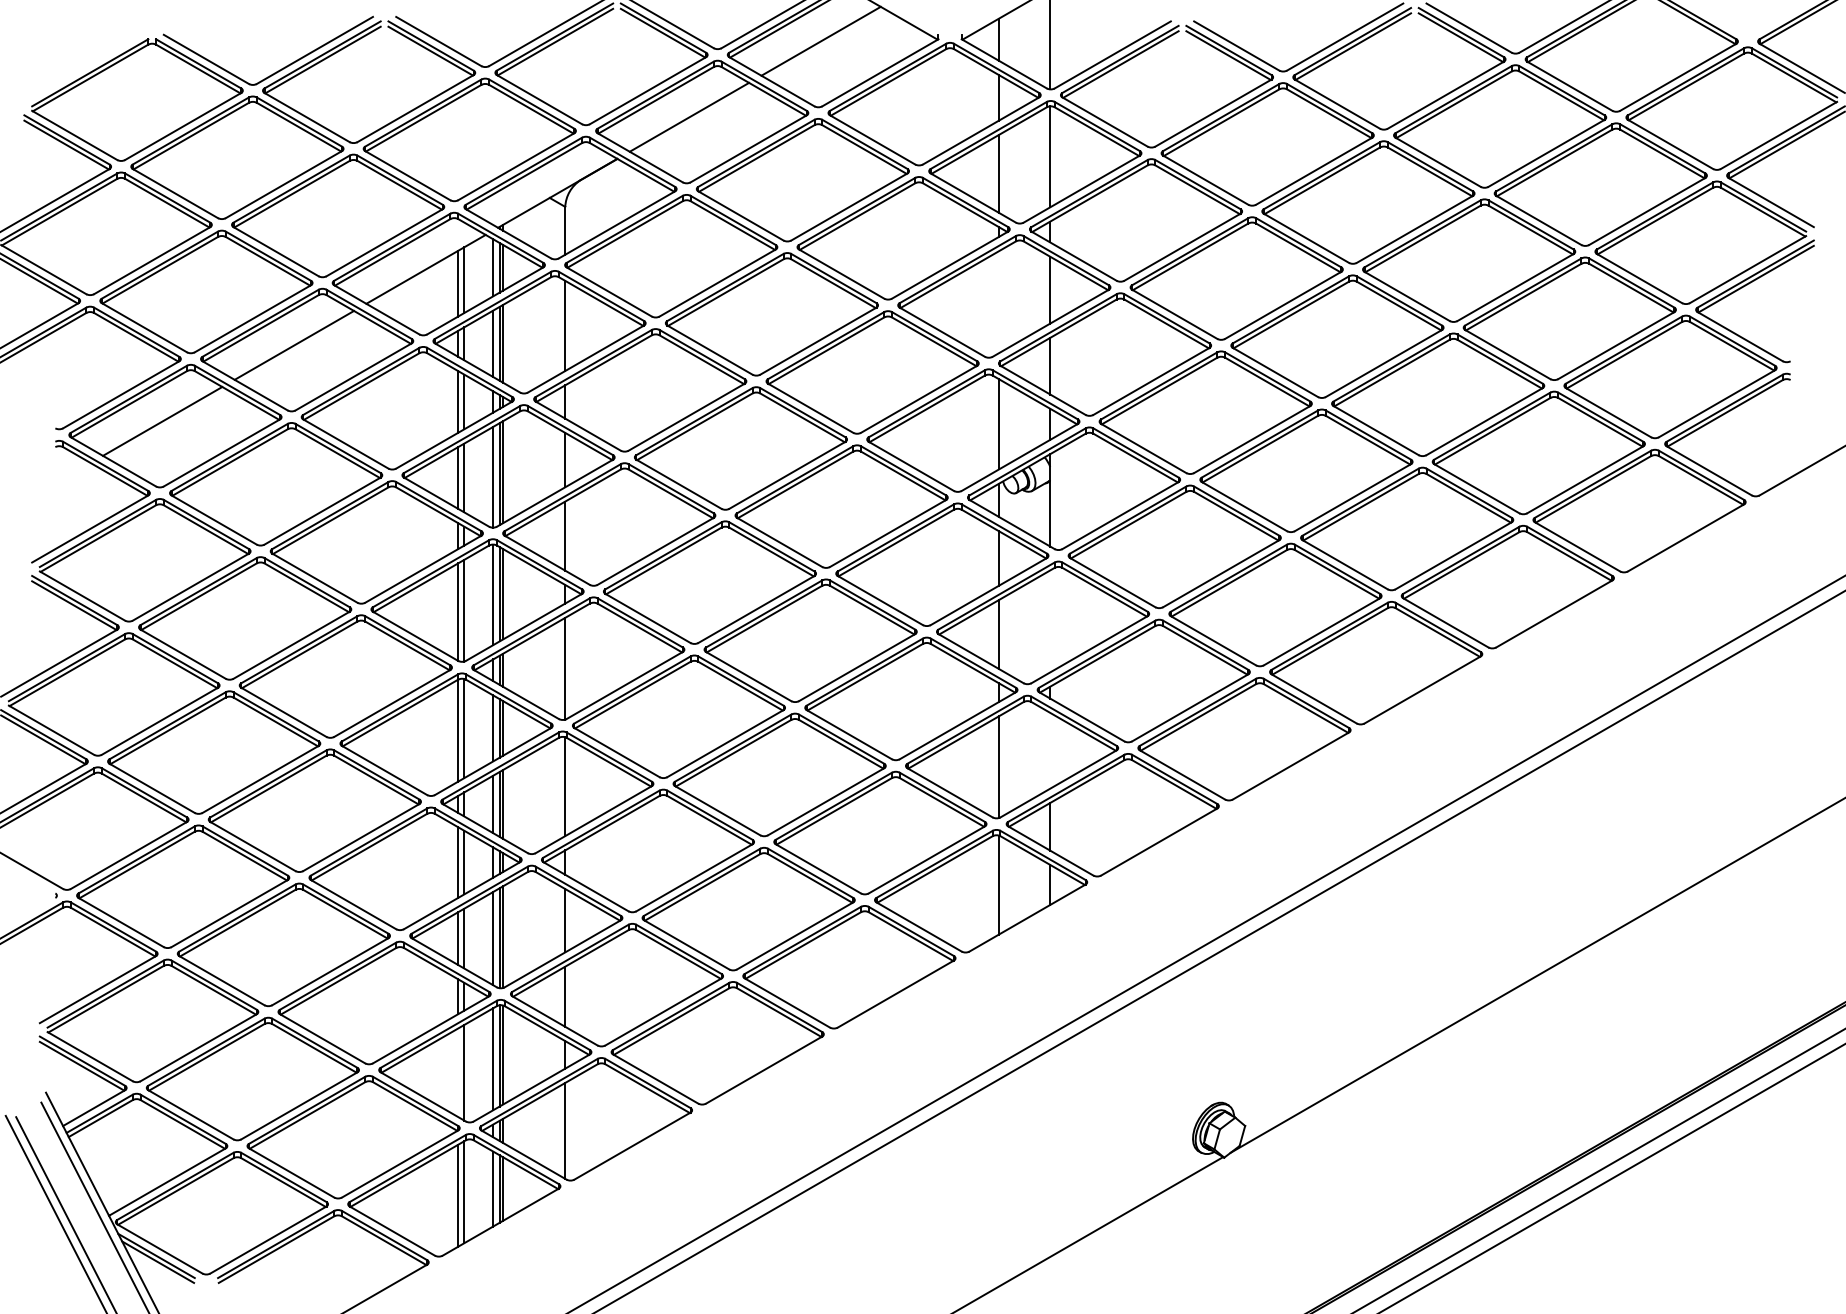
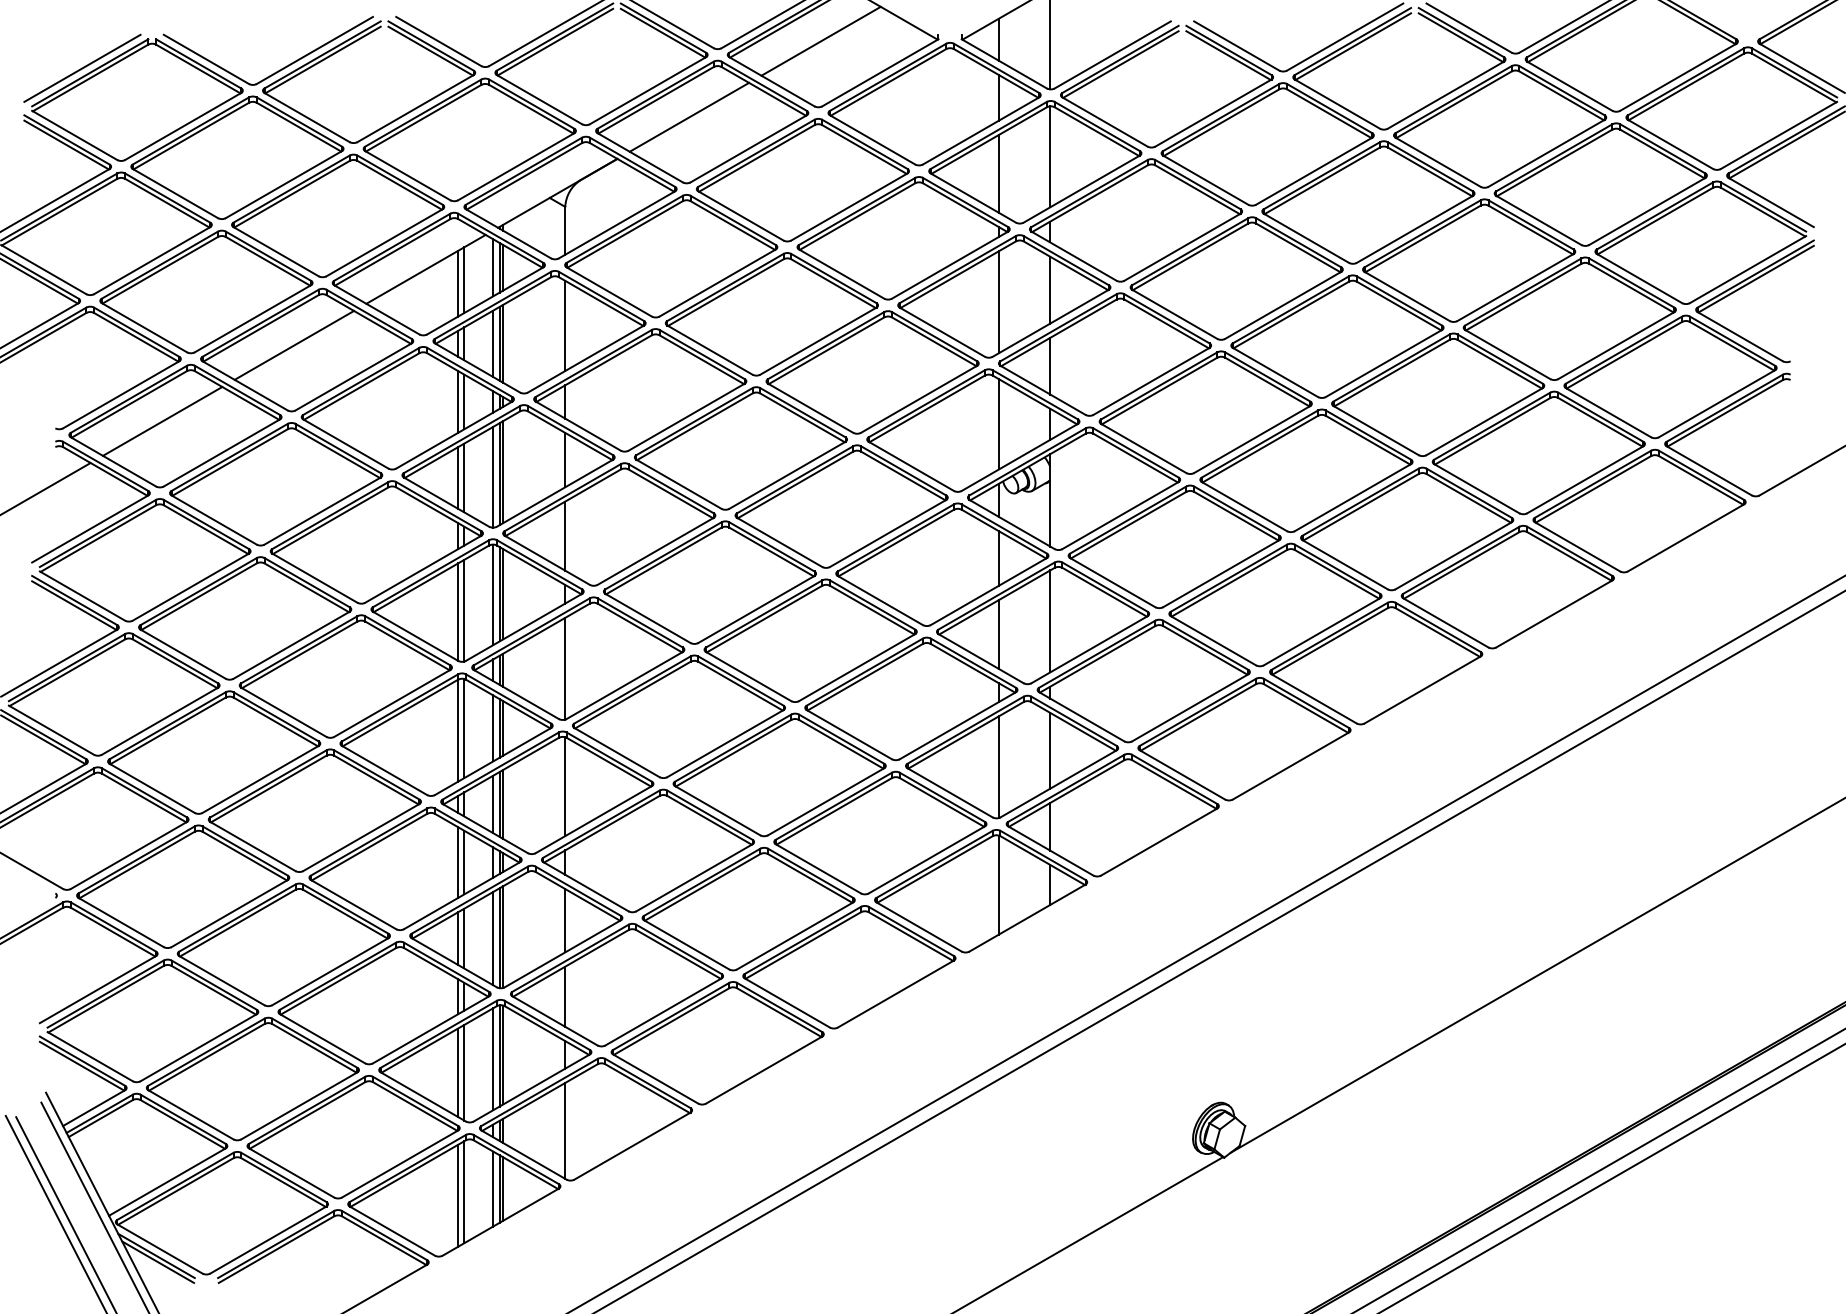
line at (82, 67): none -> present
line at (999, 302): none -> present
line at (46, 488): none -> present
line at (1050, 621): none -> present
line at (1050, 750): none -> present
line at (458, 1072): none -> present
